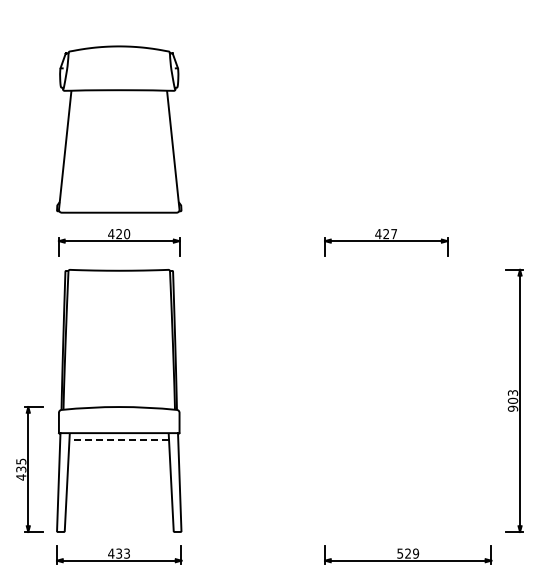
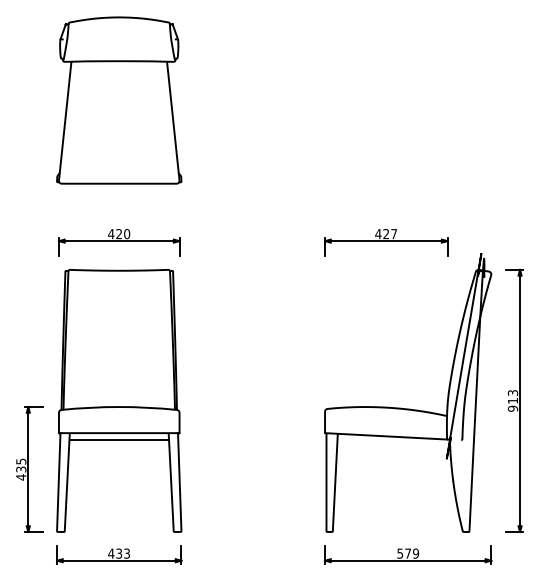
part at (119, 129) position: (119, 129) -> (119, 100)
text at (512, 400): 903 -> 913
part at (408, 408): none -> present
line at (119, 440): dashed -> solid
text at (407, 553): 529 -> 579
